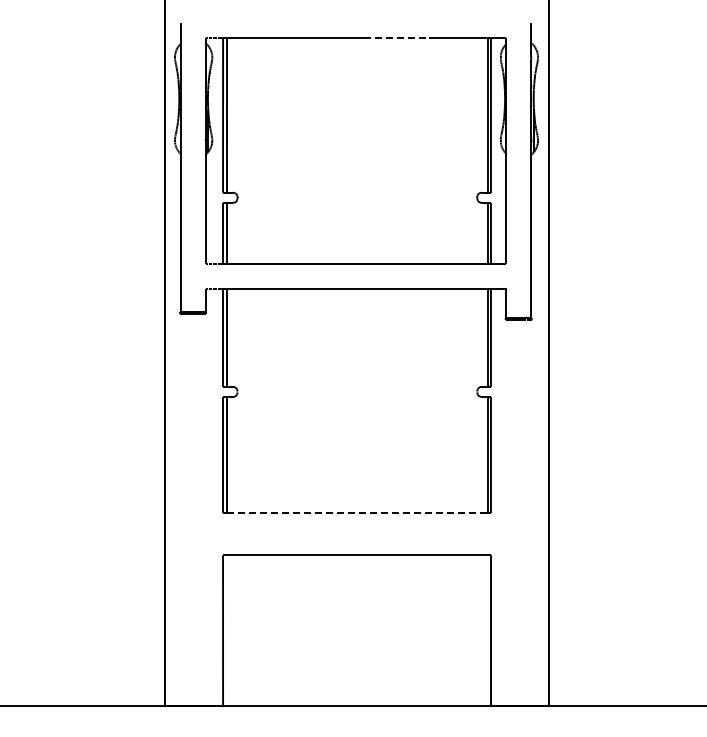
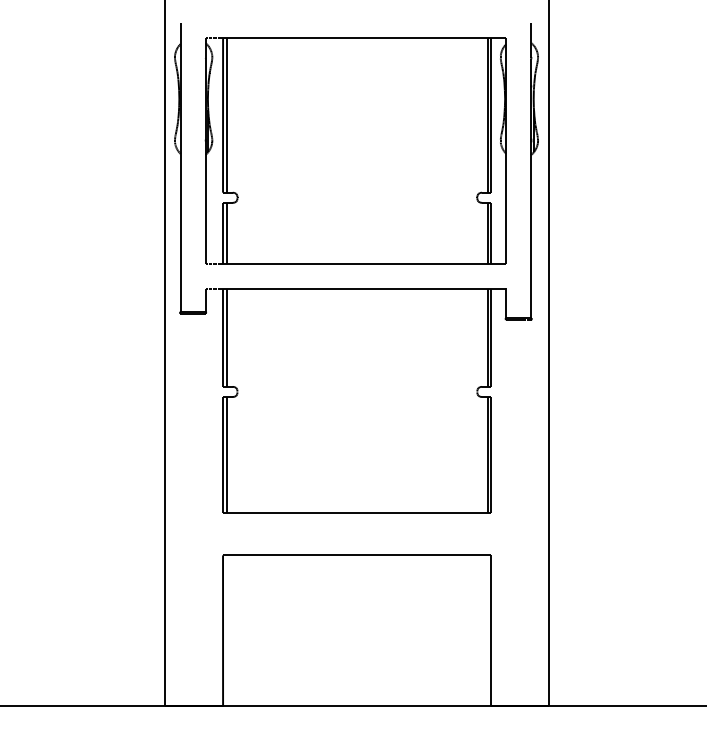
line at (396, 38): dashed -> solid
line at (356, 513): dashed -> solid
